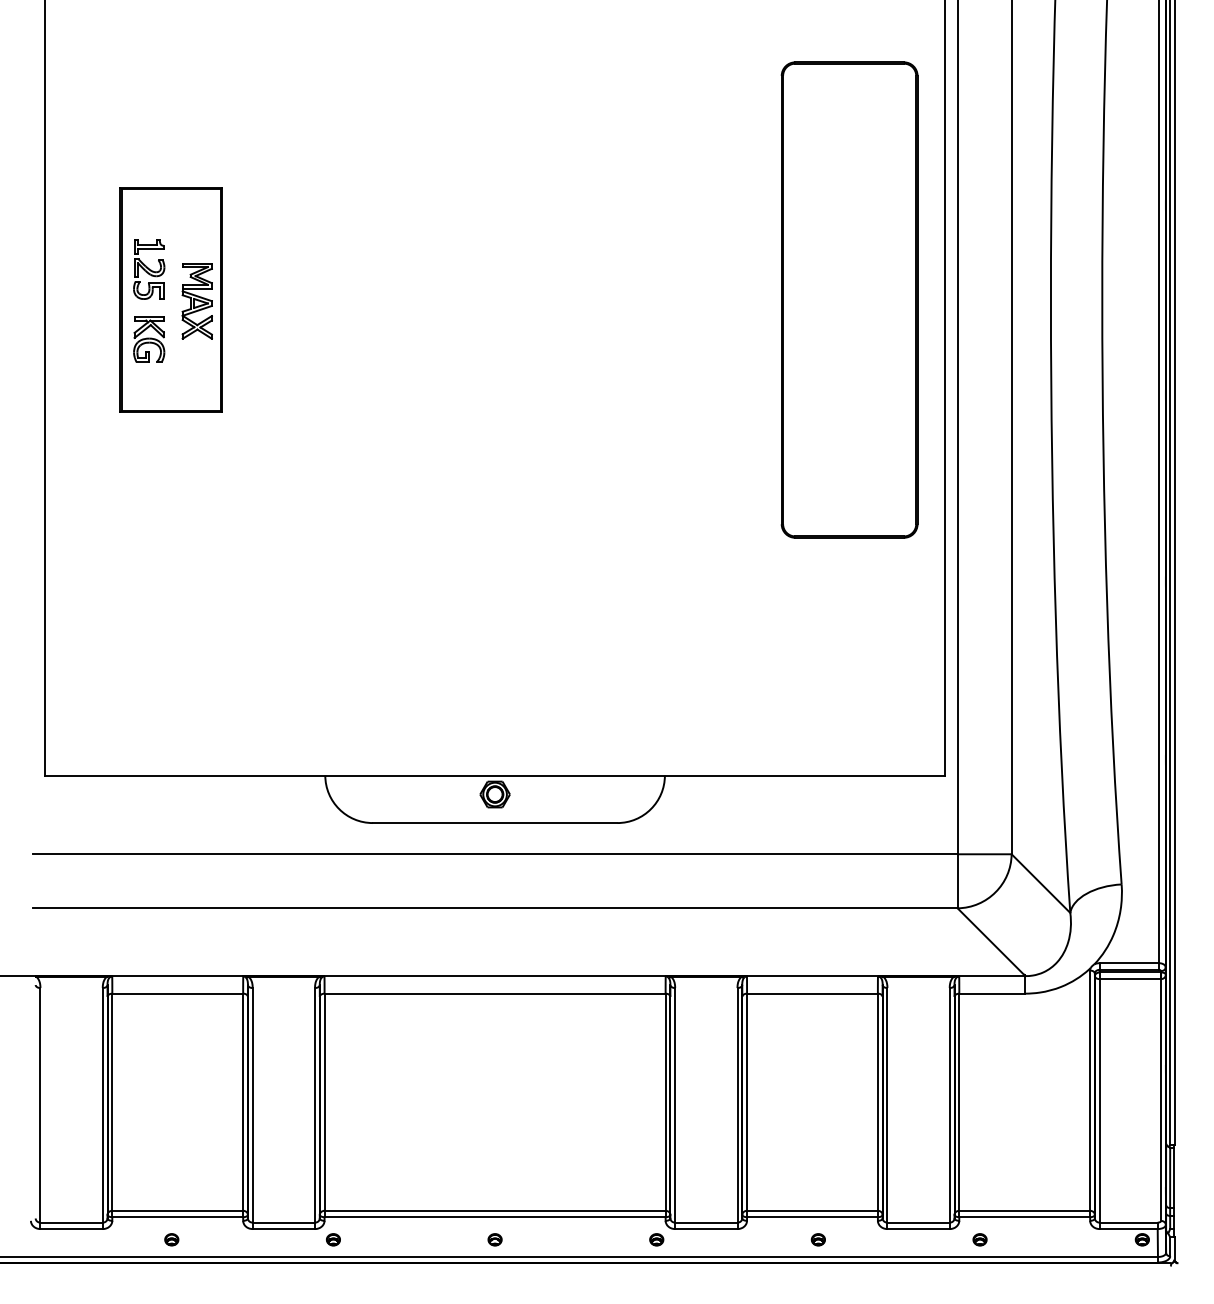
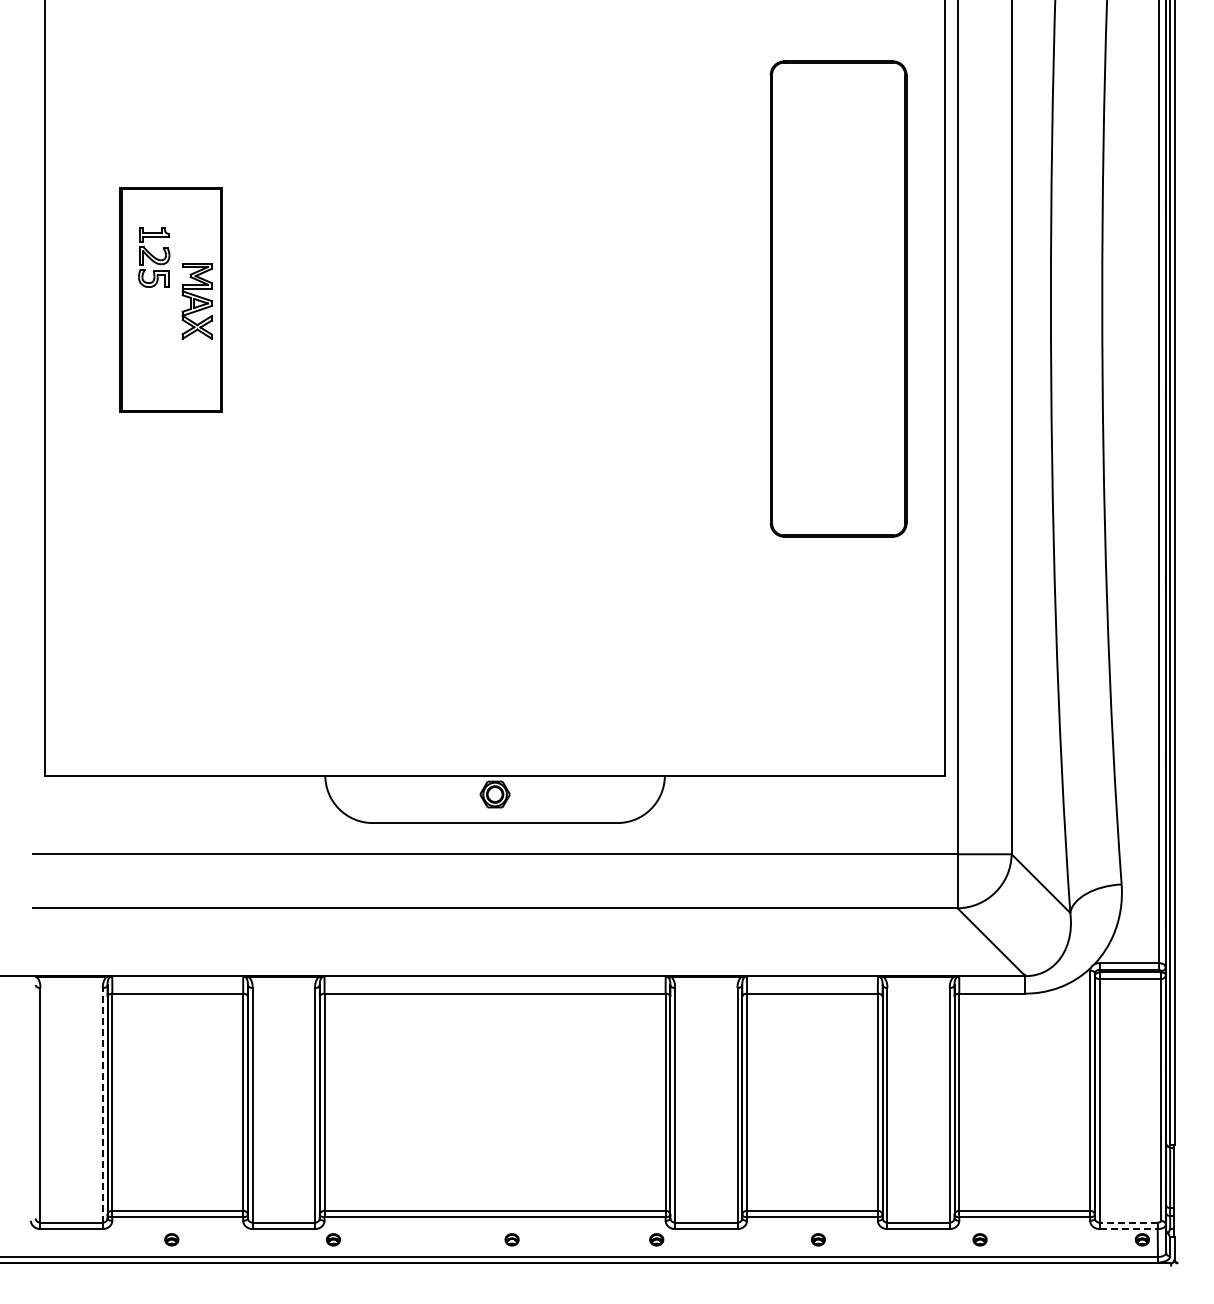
part at (149, 269) position: (149, 269) -> (154, 257)
part at (849, 299) position: (849, 299) -> (838, 298)
part at (149, 339): present -> none
line at (102, 1104): solid -> dashed
line at (1128, 1222): solid -> dashed
line at (1129, 1229): solid -> dashed
part at (494, 1239) position: (494, 1239) -> (511, 1239)
